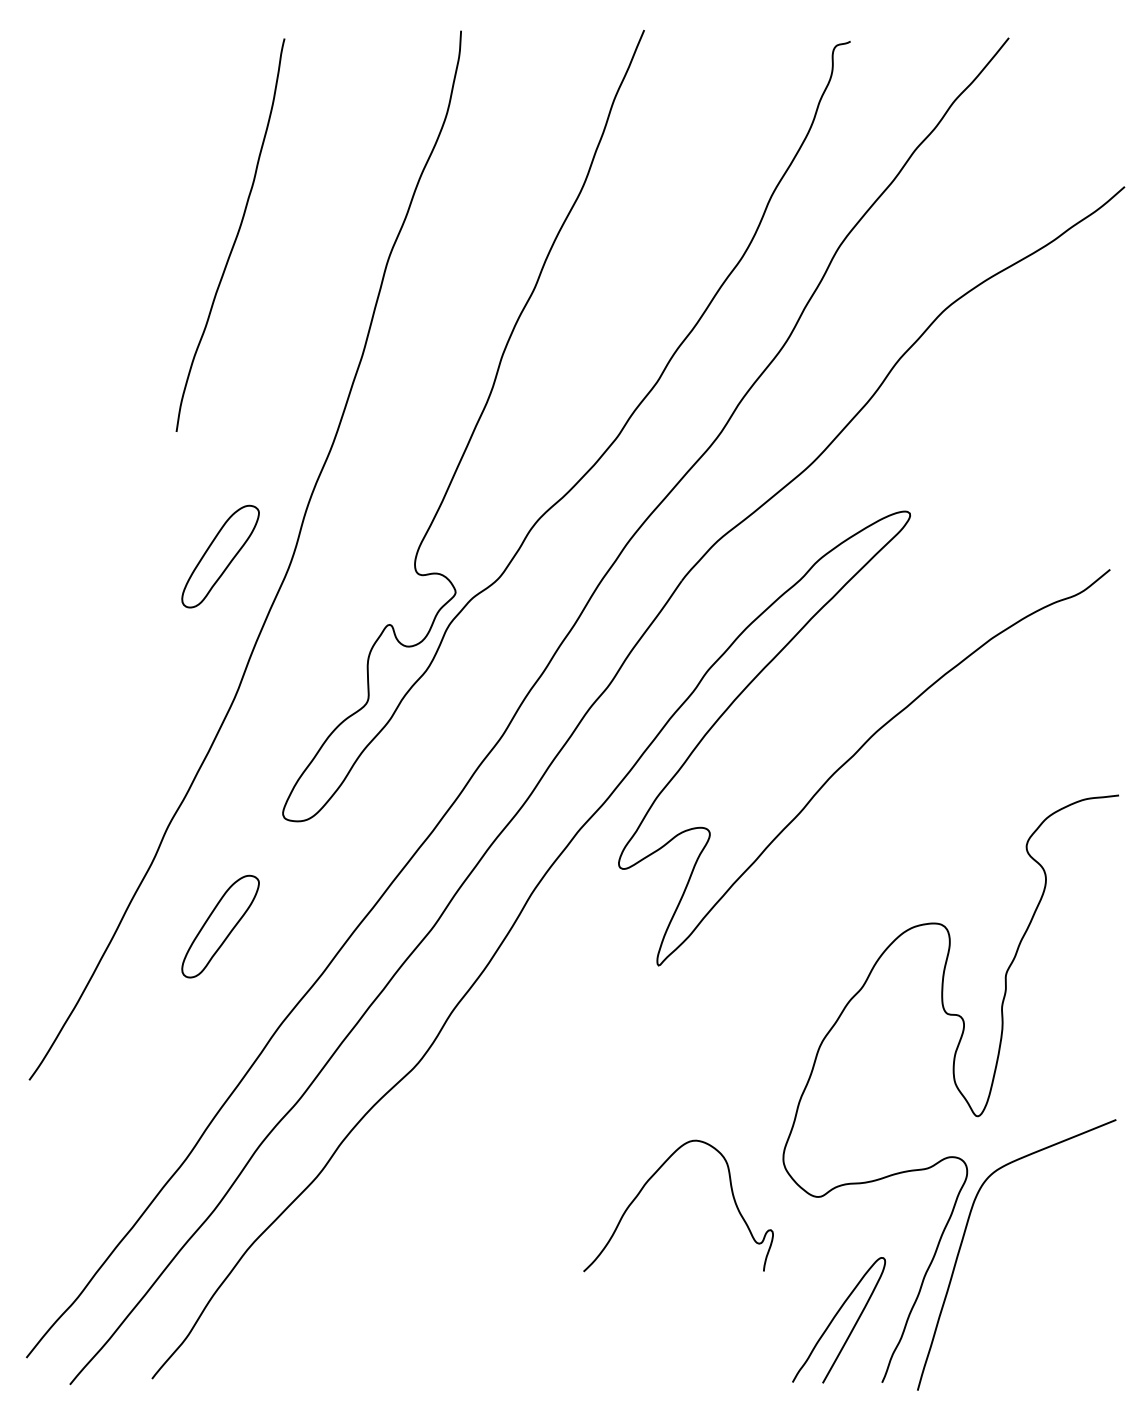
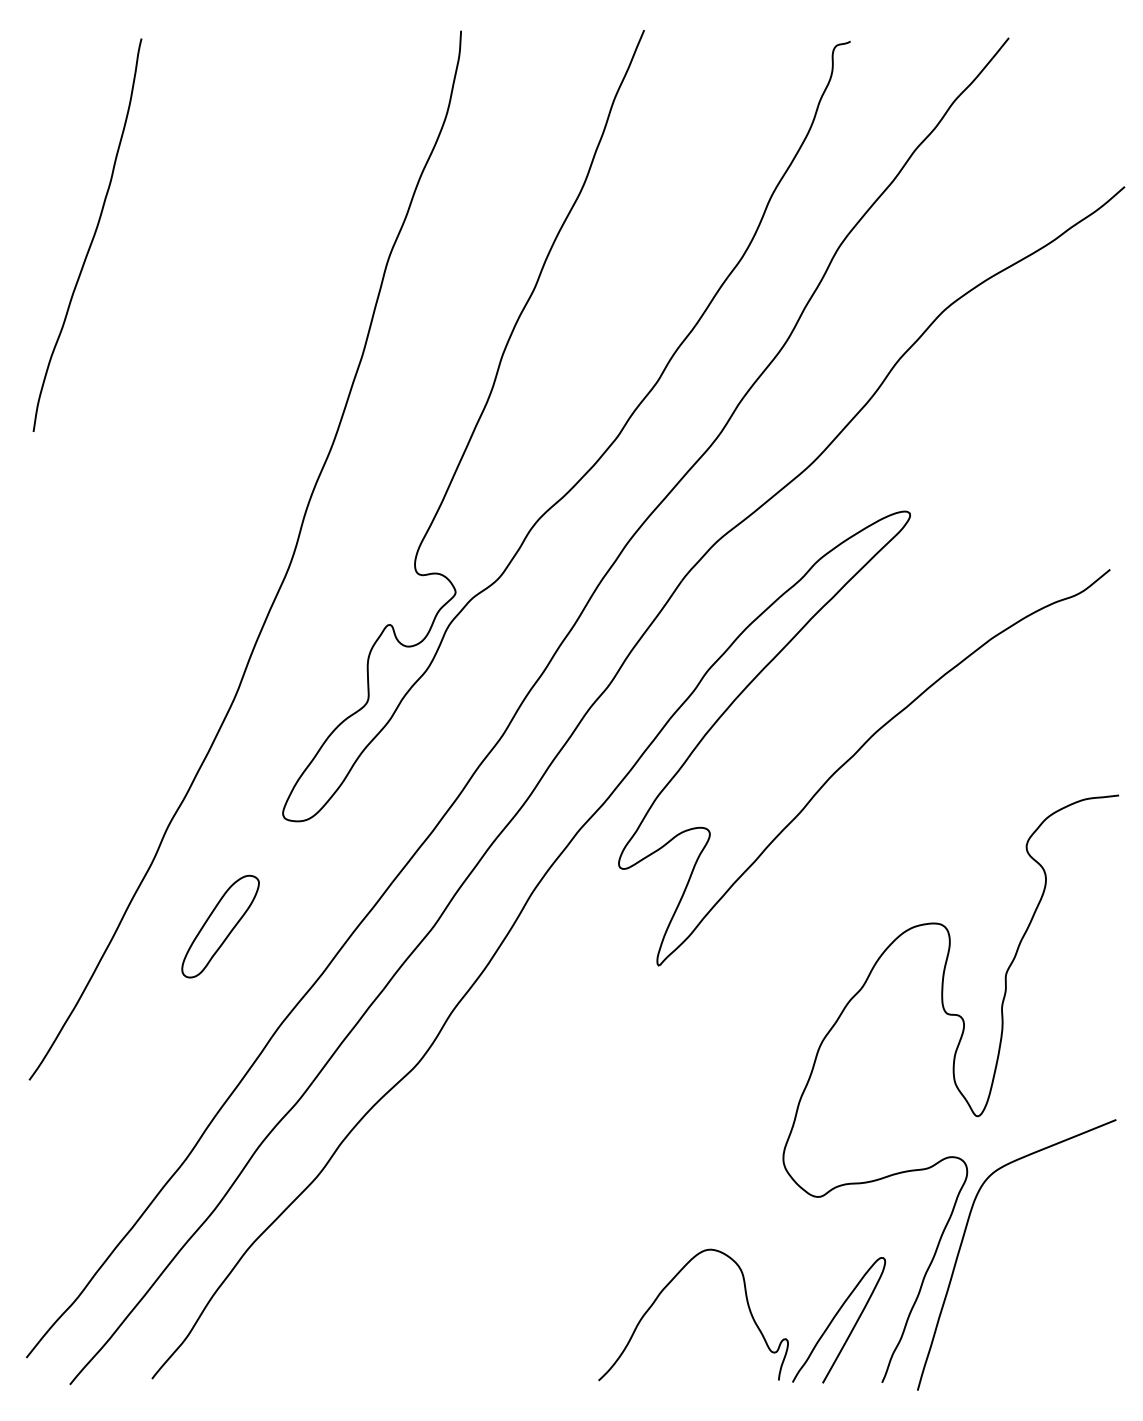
curve at (235, 237) position: (235, 237) -> (92, 237)
part at (220, 556): present -> none
curve at (647, 1183) position: (647, 1183) -> (662, 1292)
